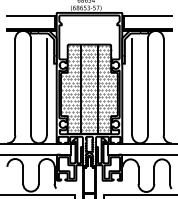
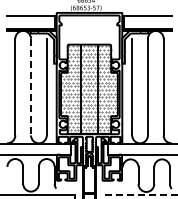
line at (31, 87): solid -> dashed
line at (138, 195): solid -> dashed
